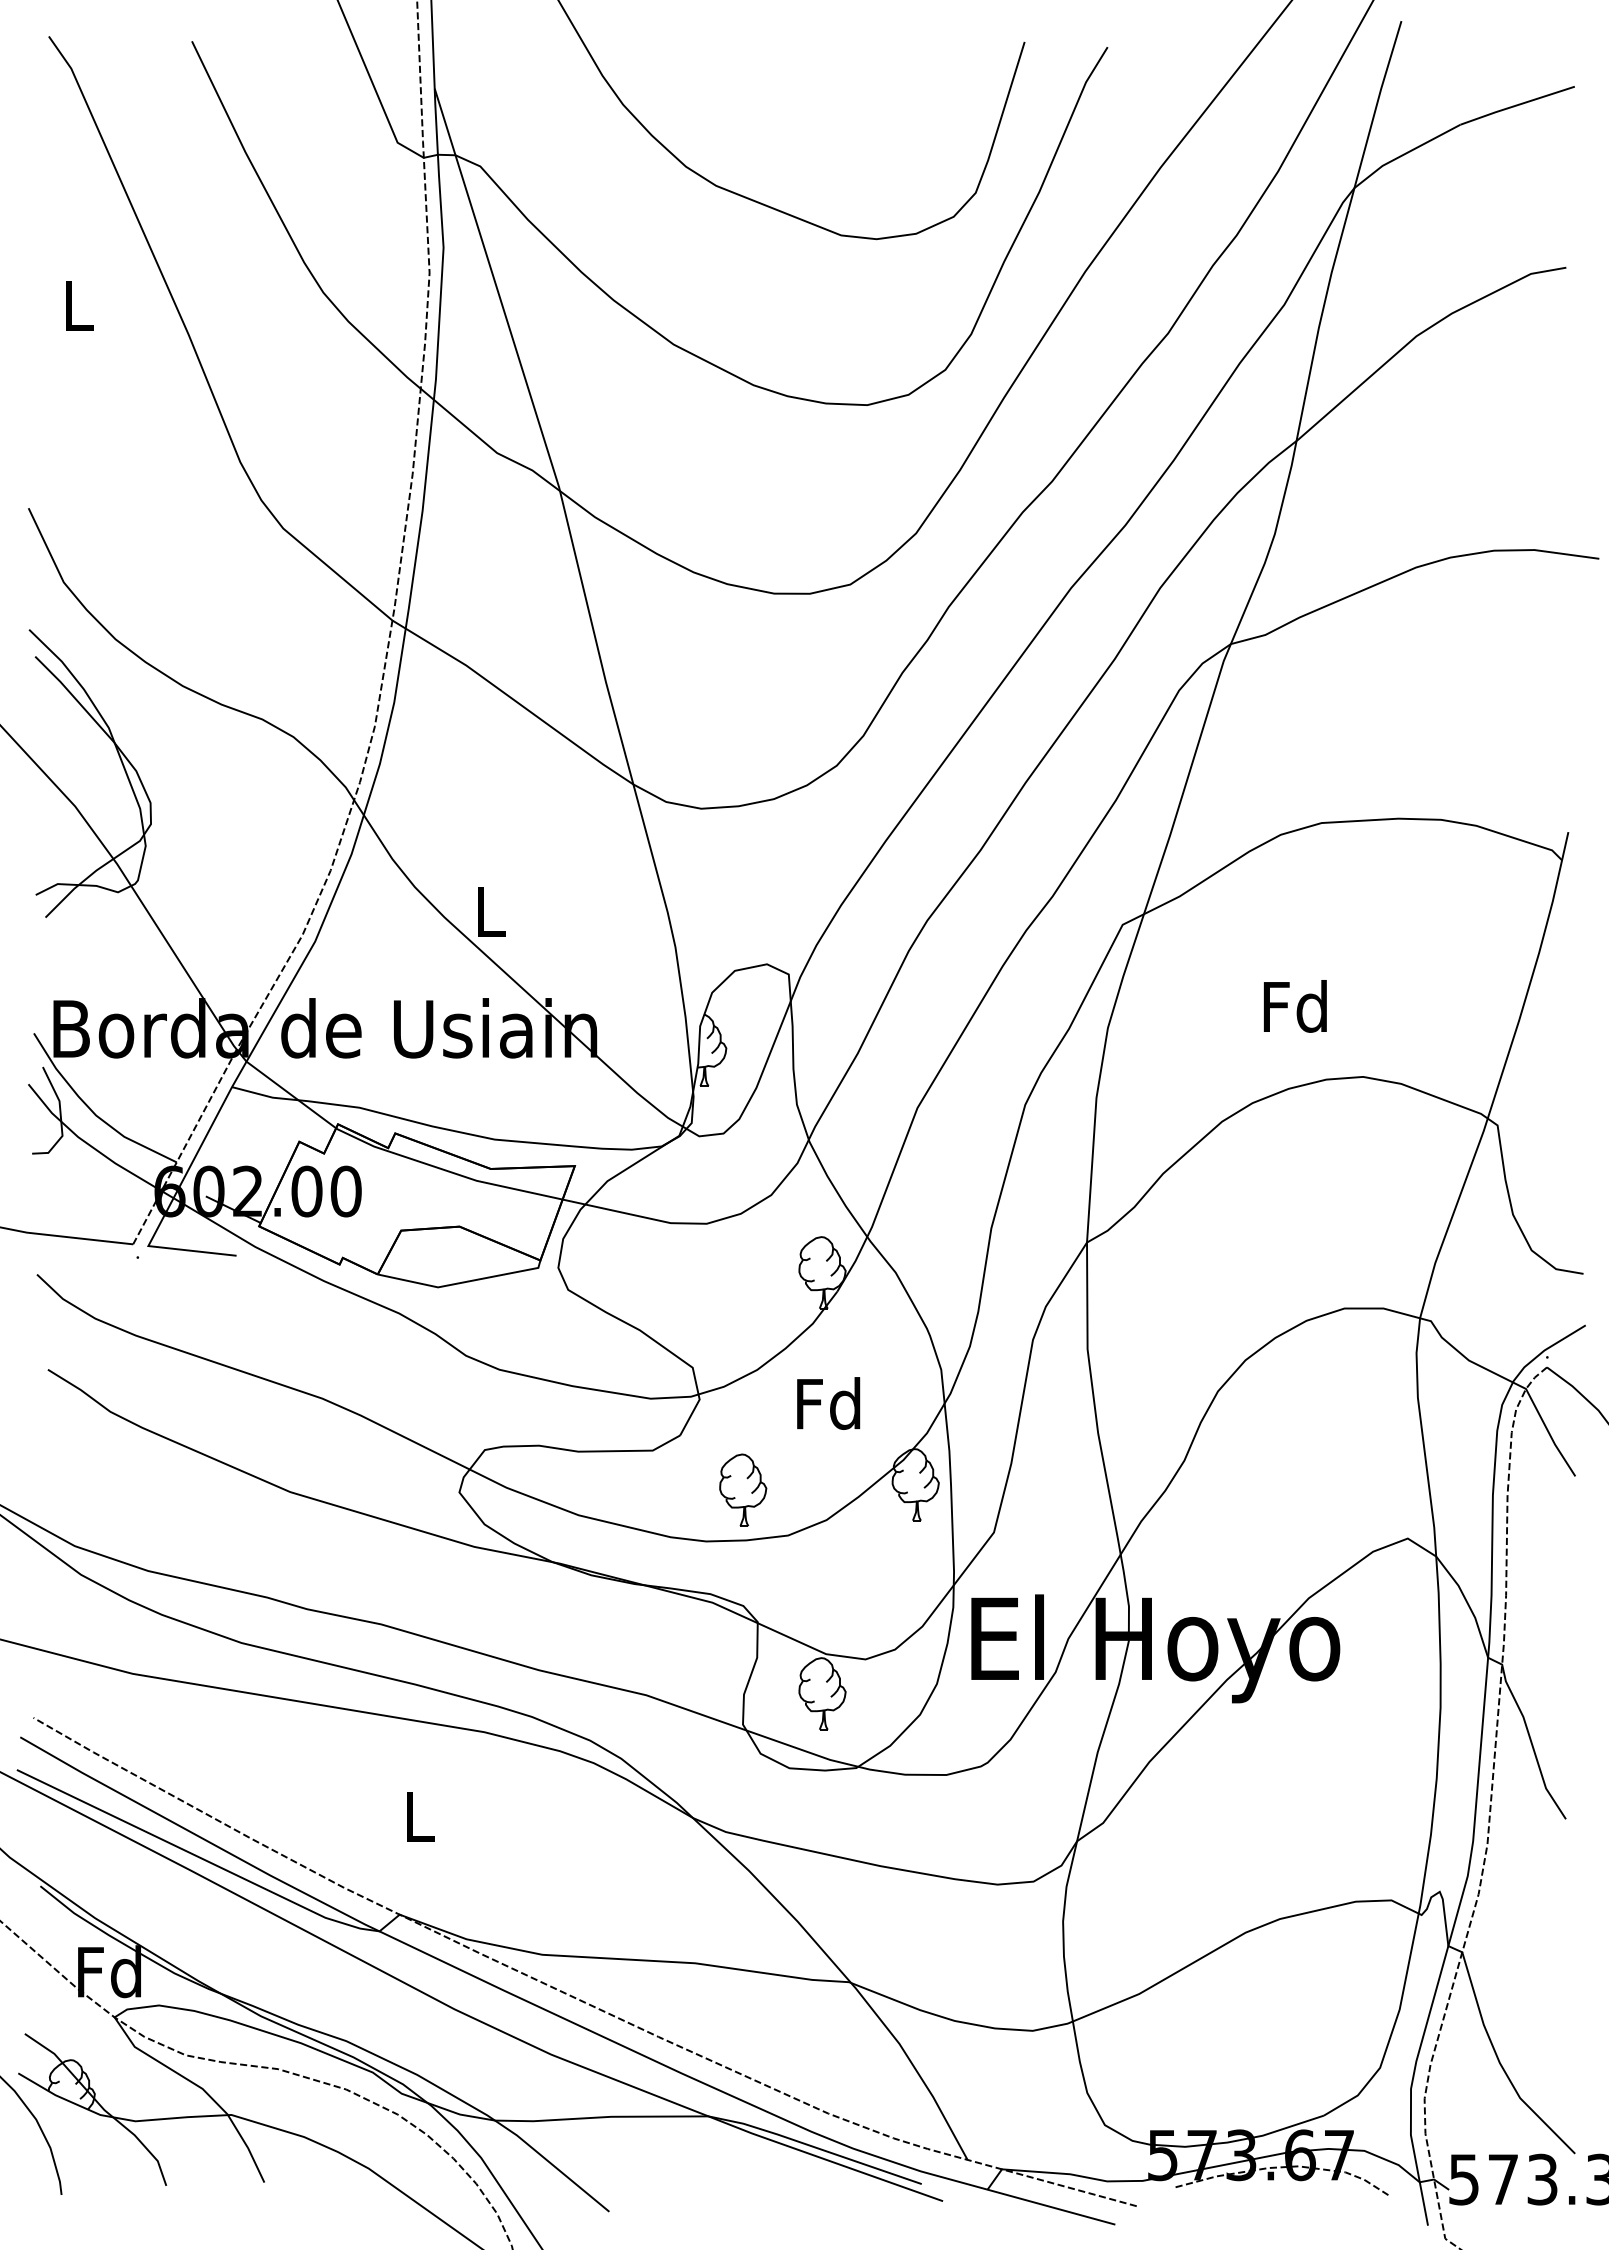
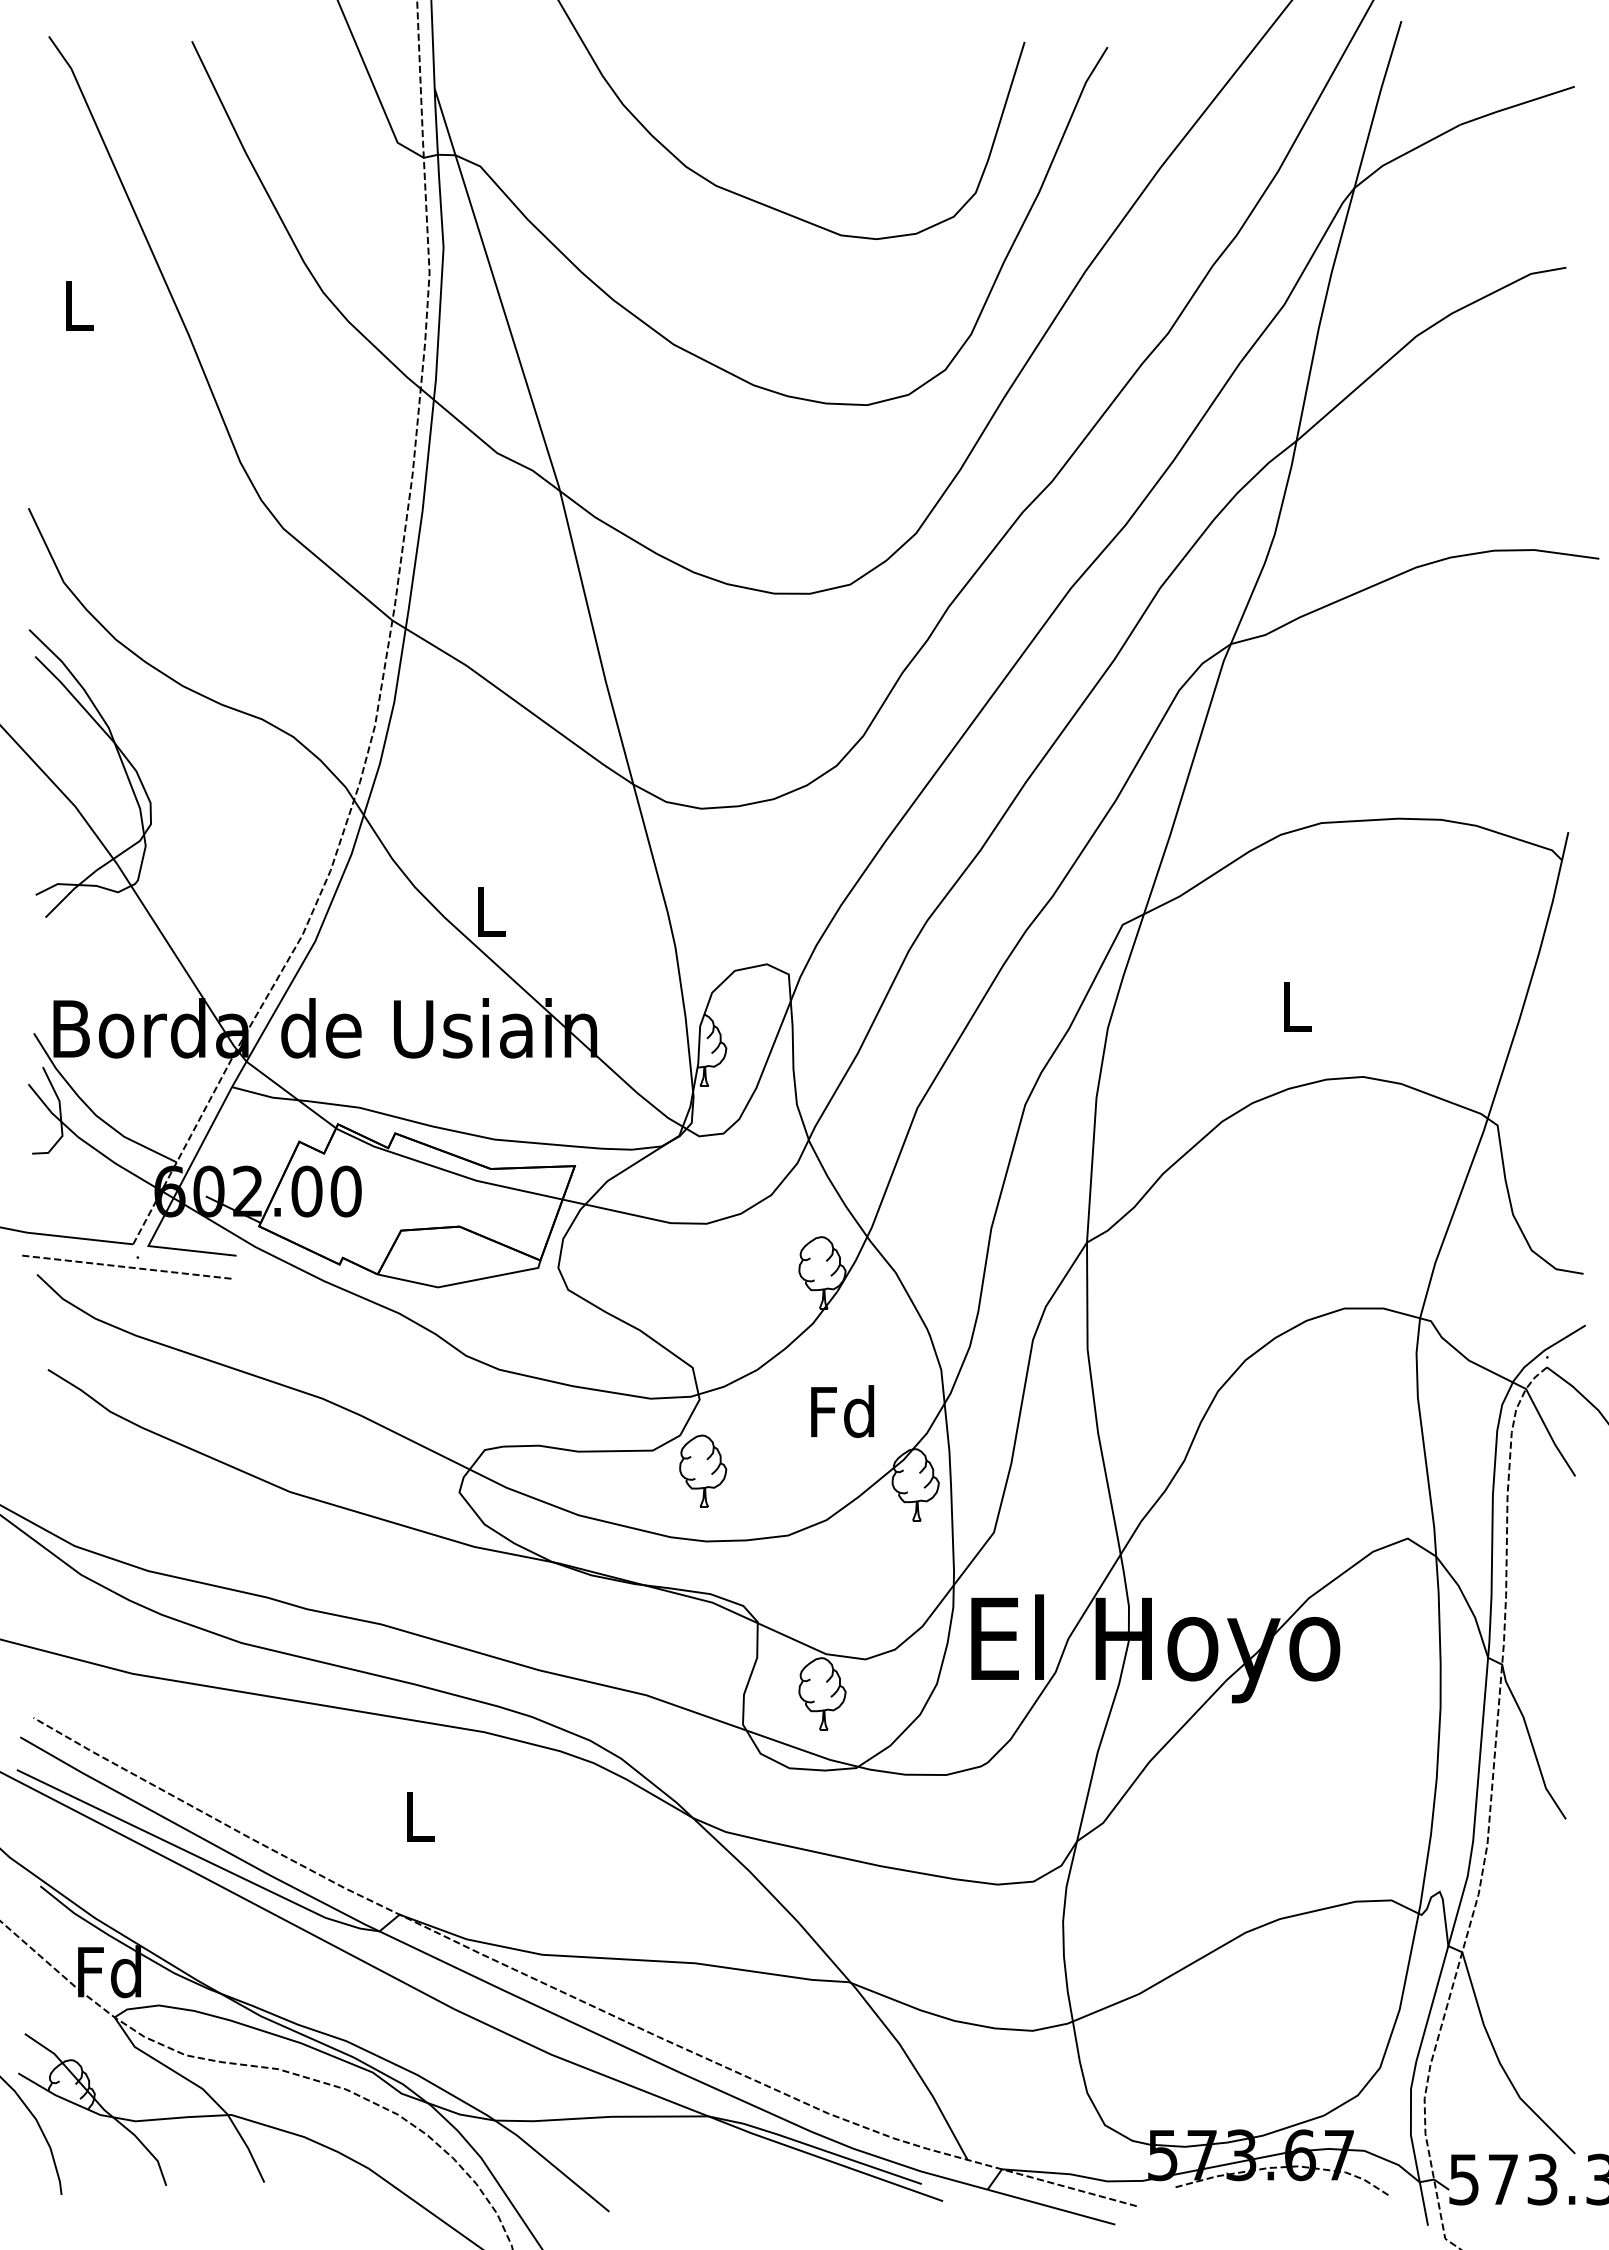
text at (1294, 1006): Fd -> L
line at (125, 1266): none -> present
text at (828, 1403) position: (828, 1403) -> (842, 1411)
part at (743, 1489) position: (743, 1489) -> (703, 1470)
